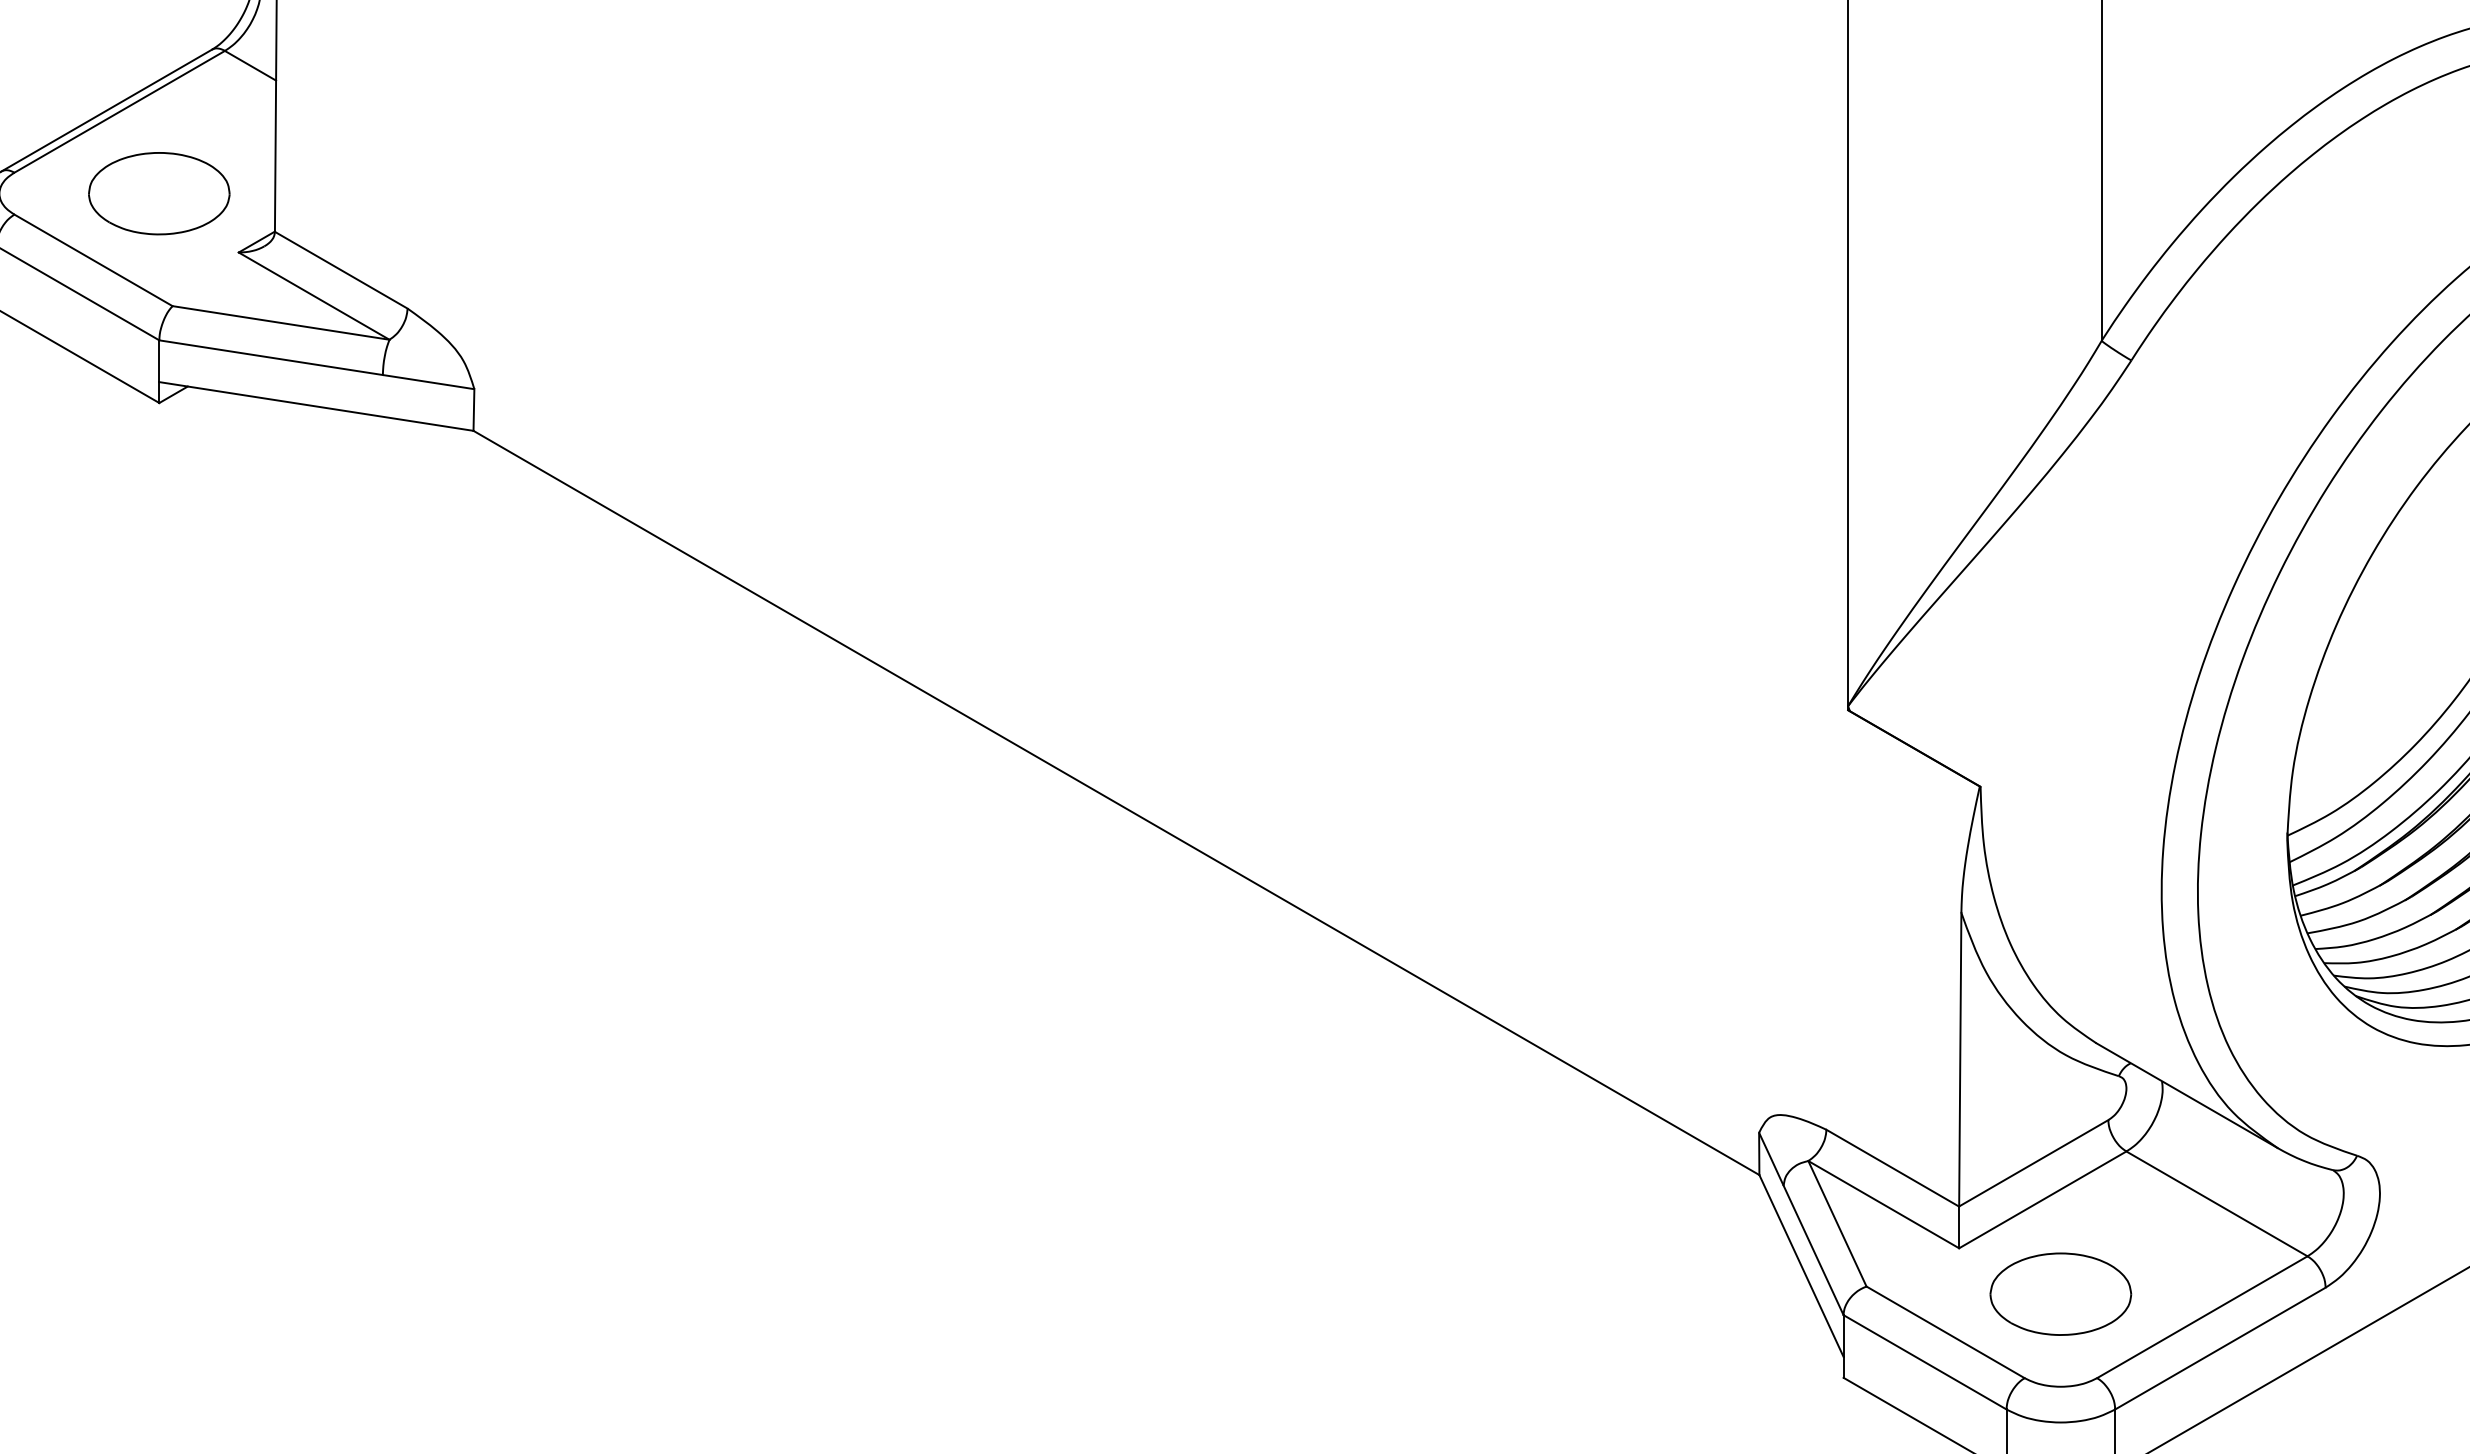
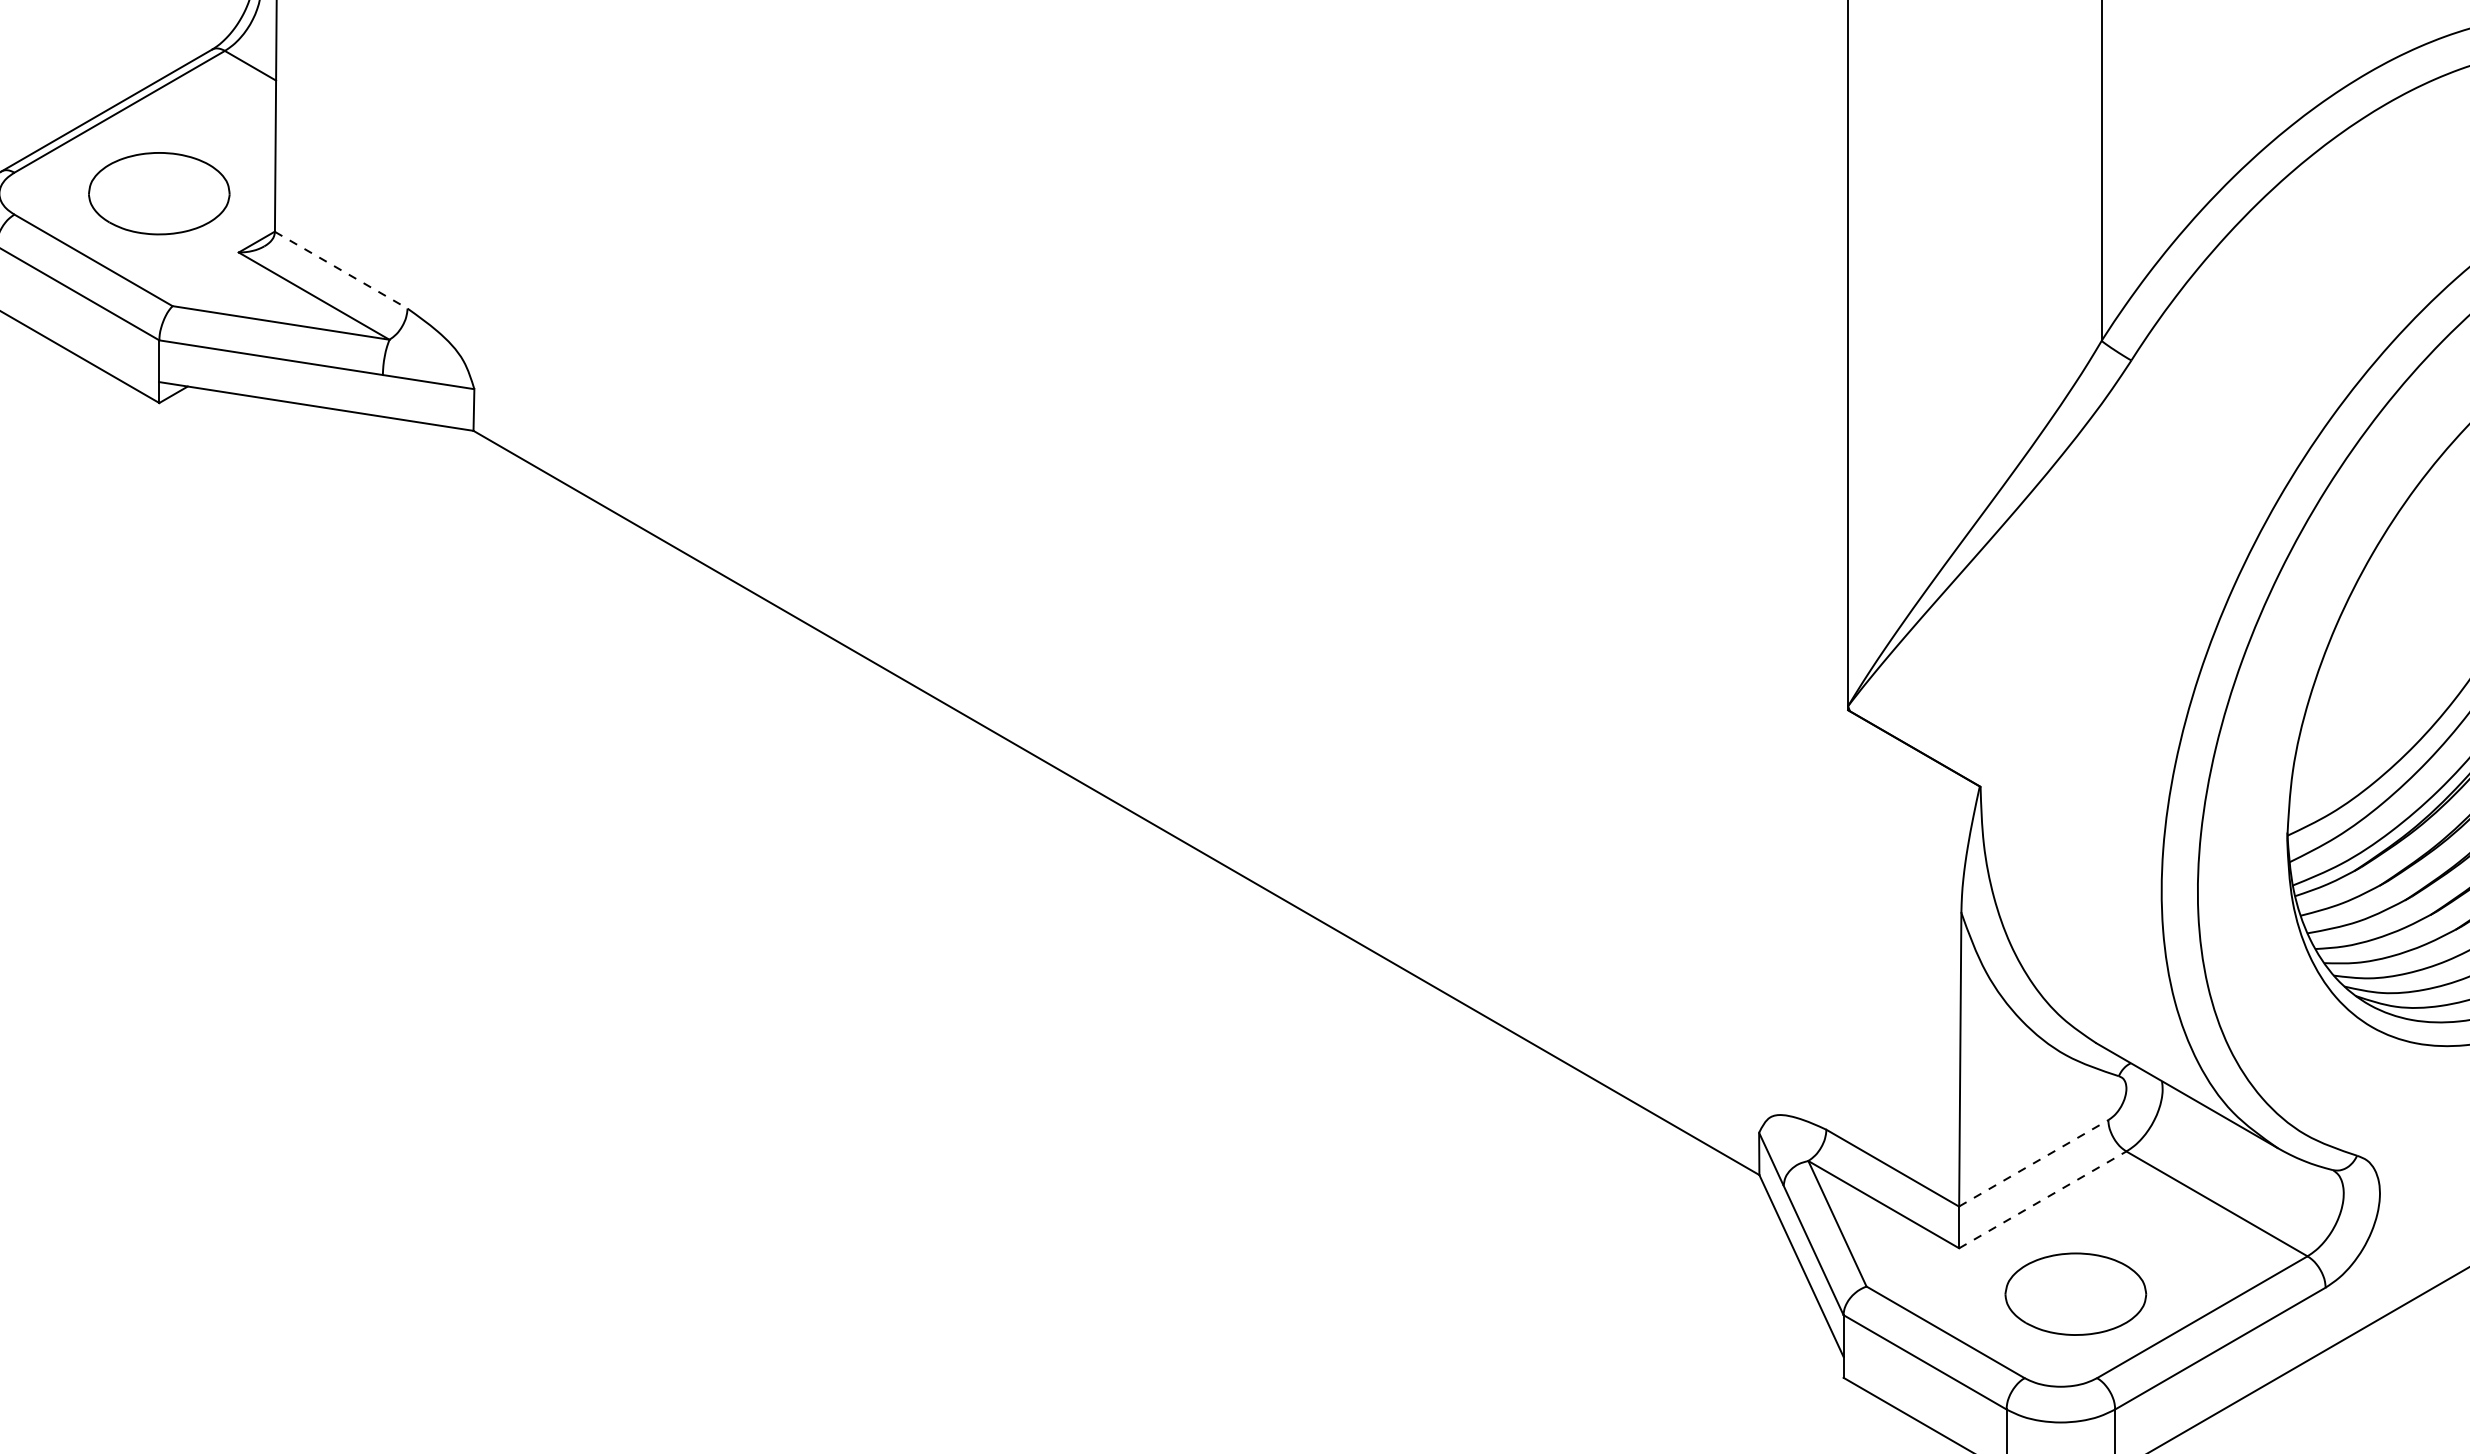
line at (341, 270): solid -> dashed
line at (2034, 1163): solid -> dashed
line at (2042, 1199): solid -> dashed
part at (2060, 1293) position: (2060, 1293) -> (2075, 1293)
